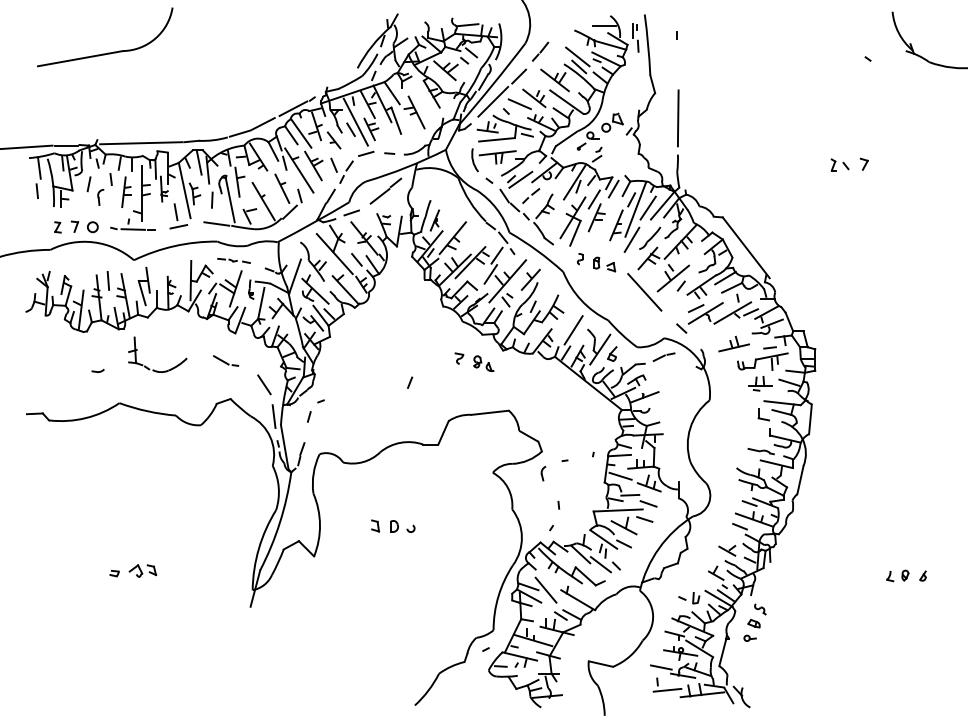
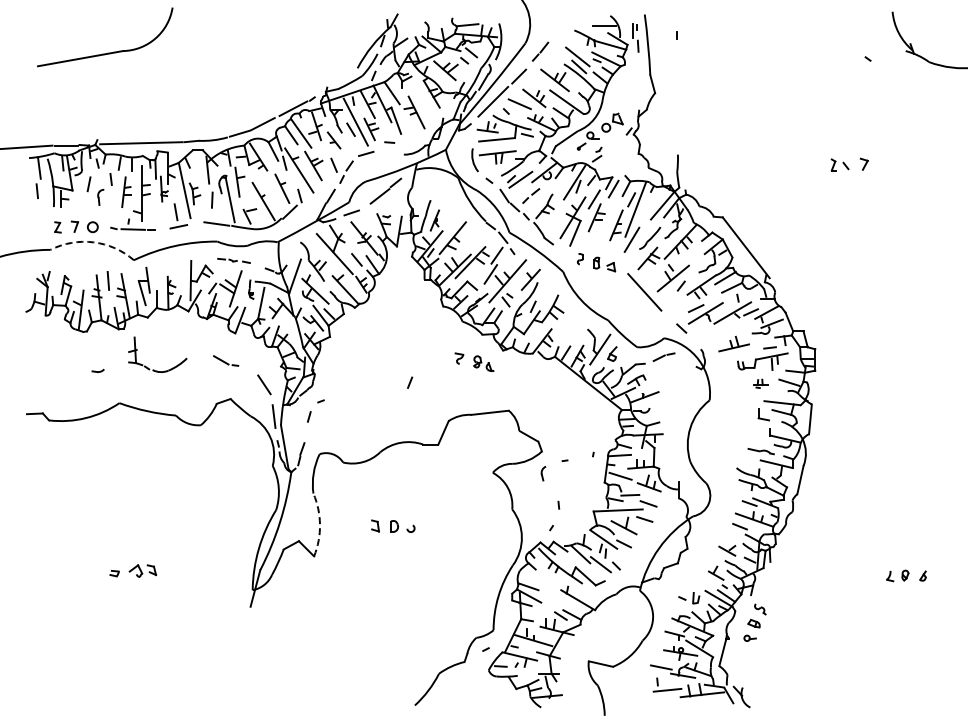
line at (677, 118): present -> none
line at (389, 153) position: (389, 153) -> (389, 142)
line at (198, 162): present -> none
line at (647, 207): present -> none
arc at (93, 242): solid -> dashed
line at (573, 330): present -> none
part at (760, 383) size: 25x16 px -> 16x11 px
arc at (320, 524): solid -> dashed
line at (545, 589): present -> none
